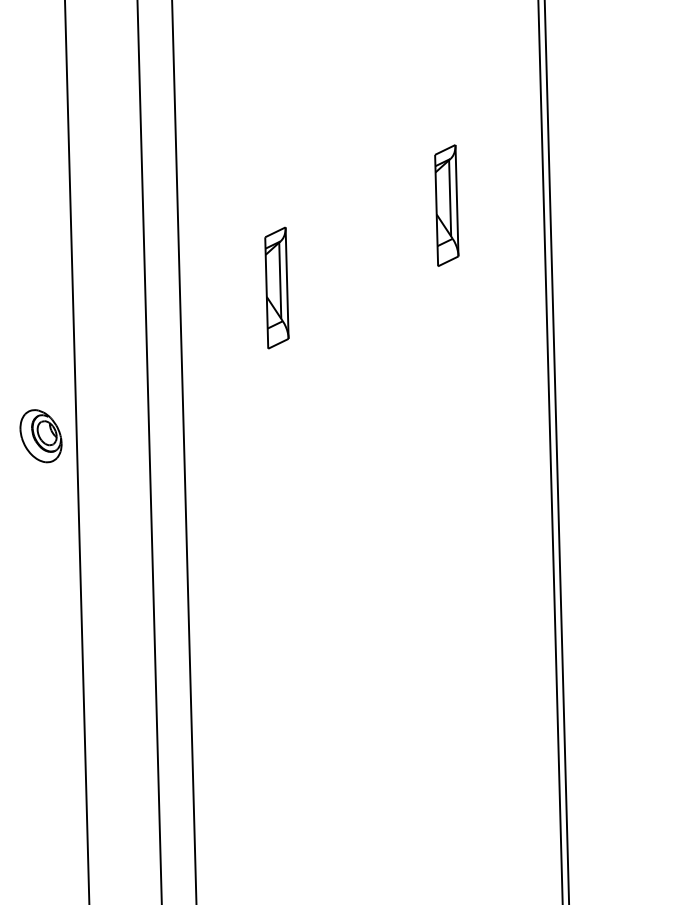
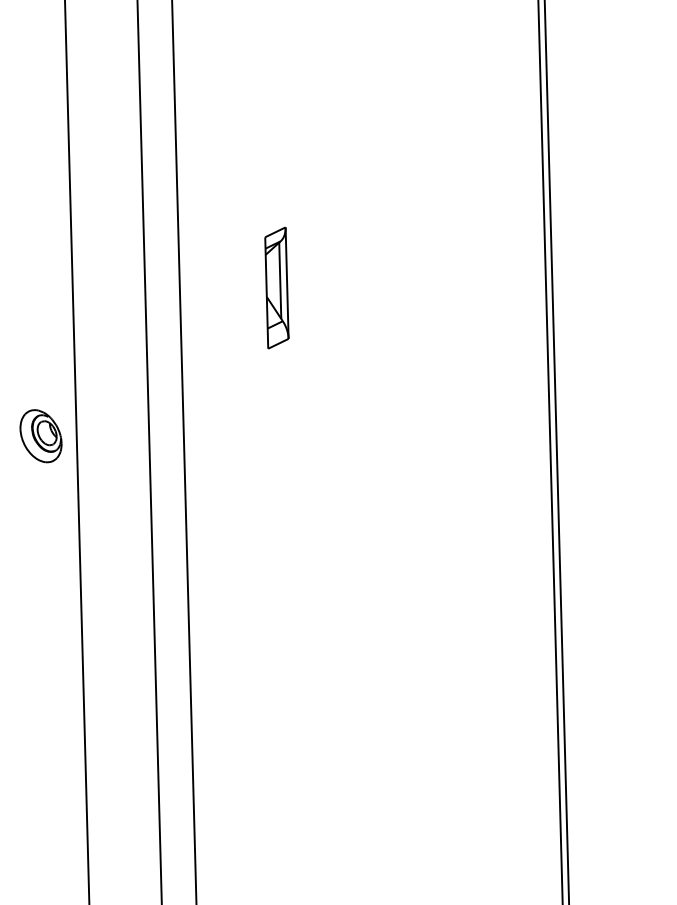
part at (446, 205): present -> none
